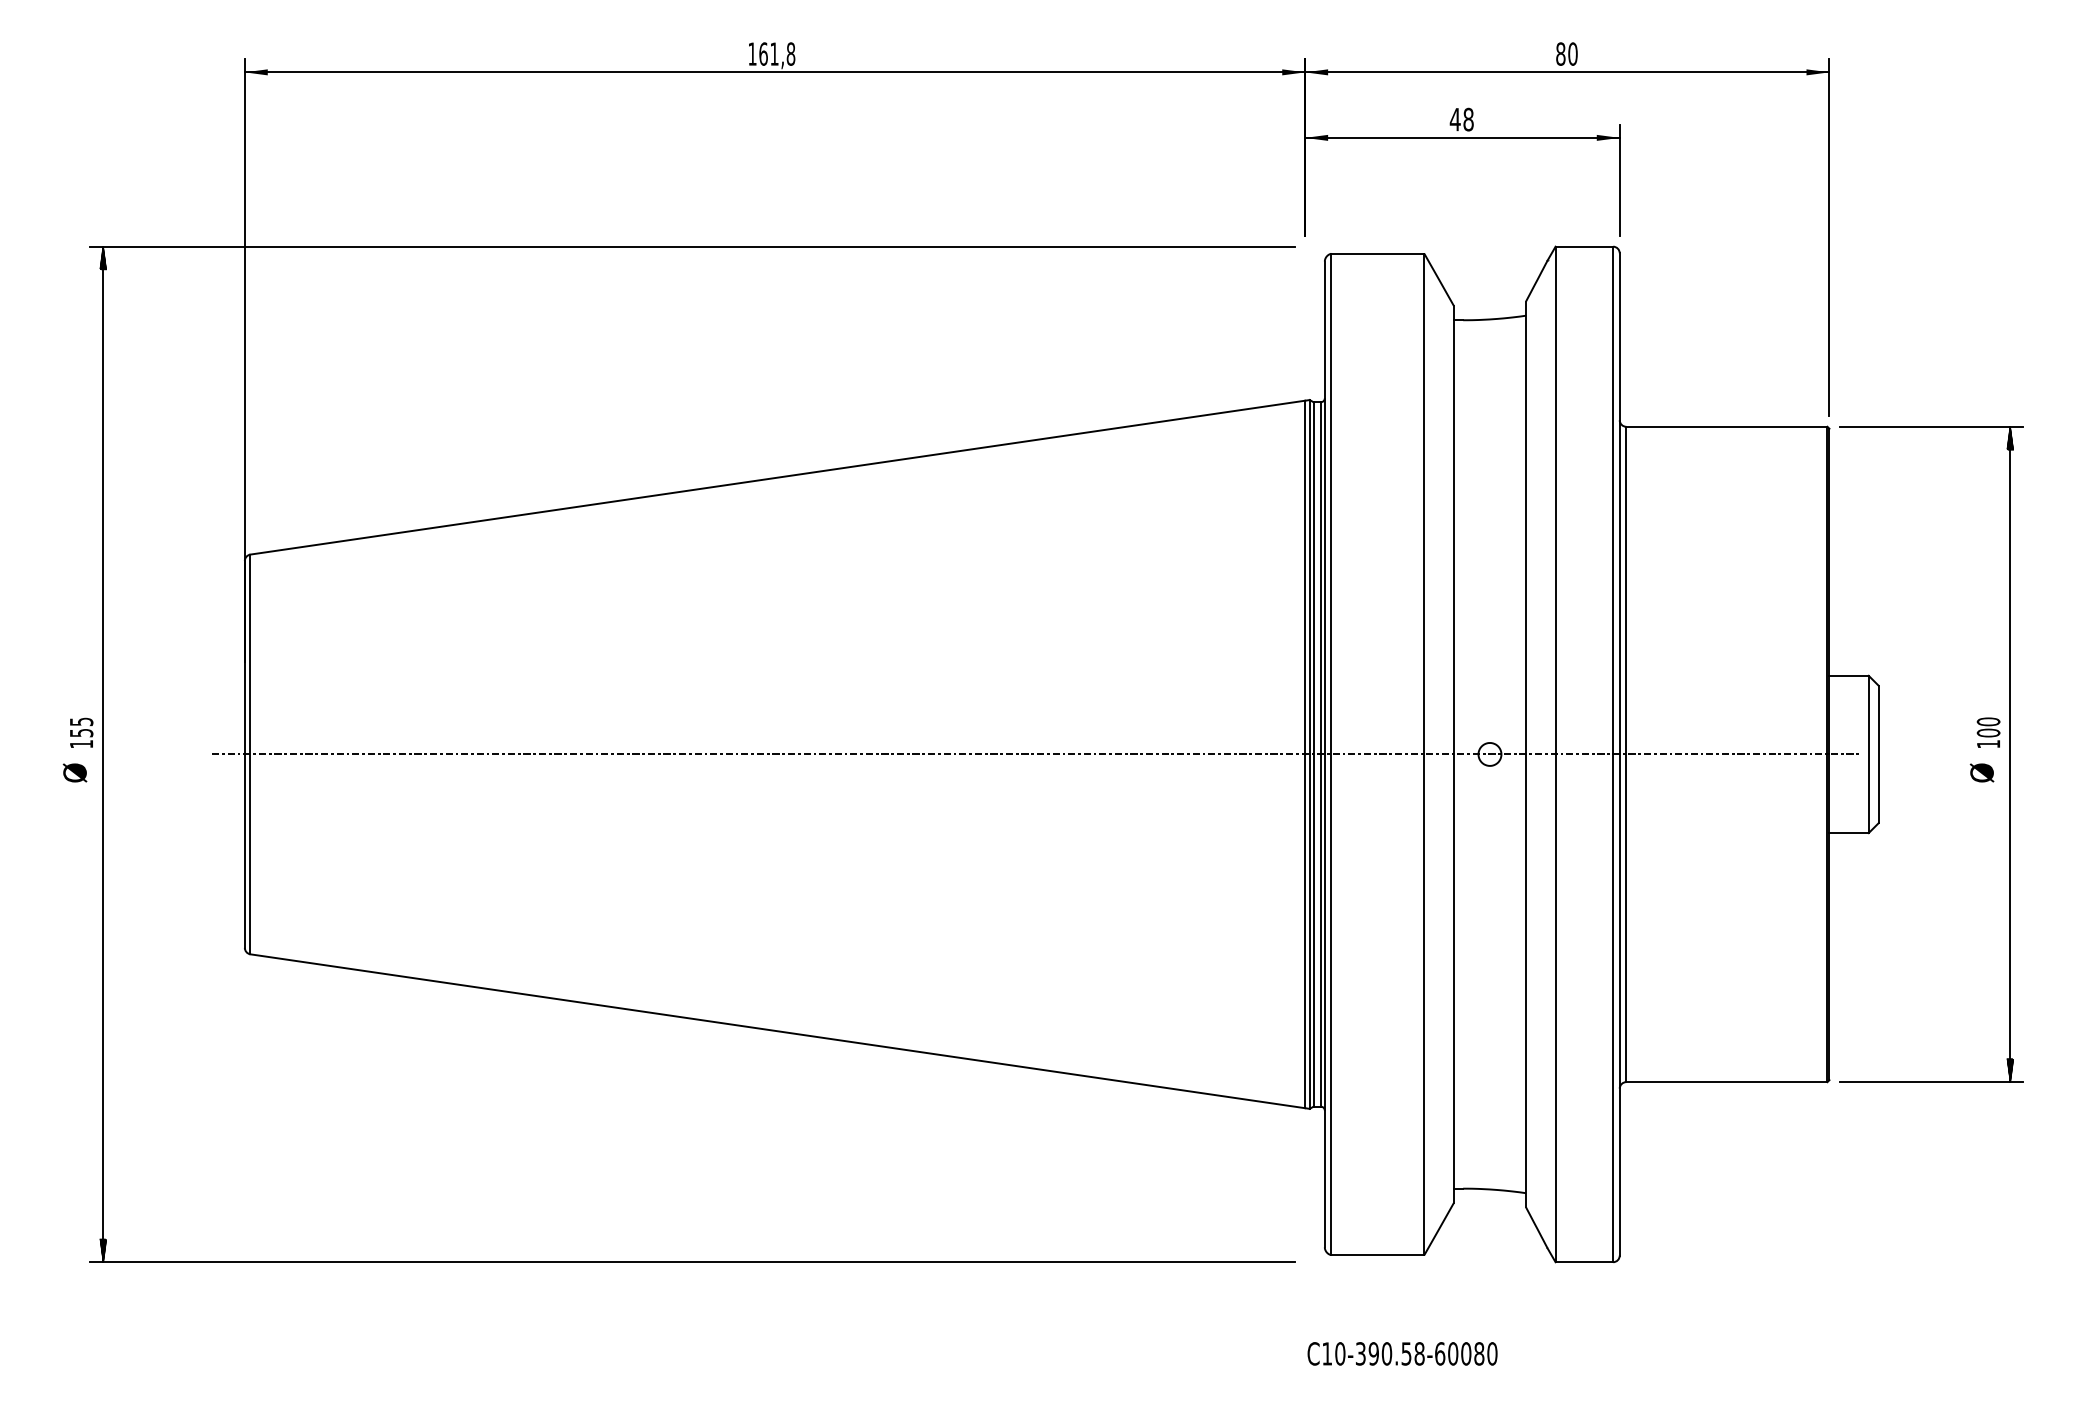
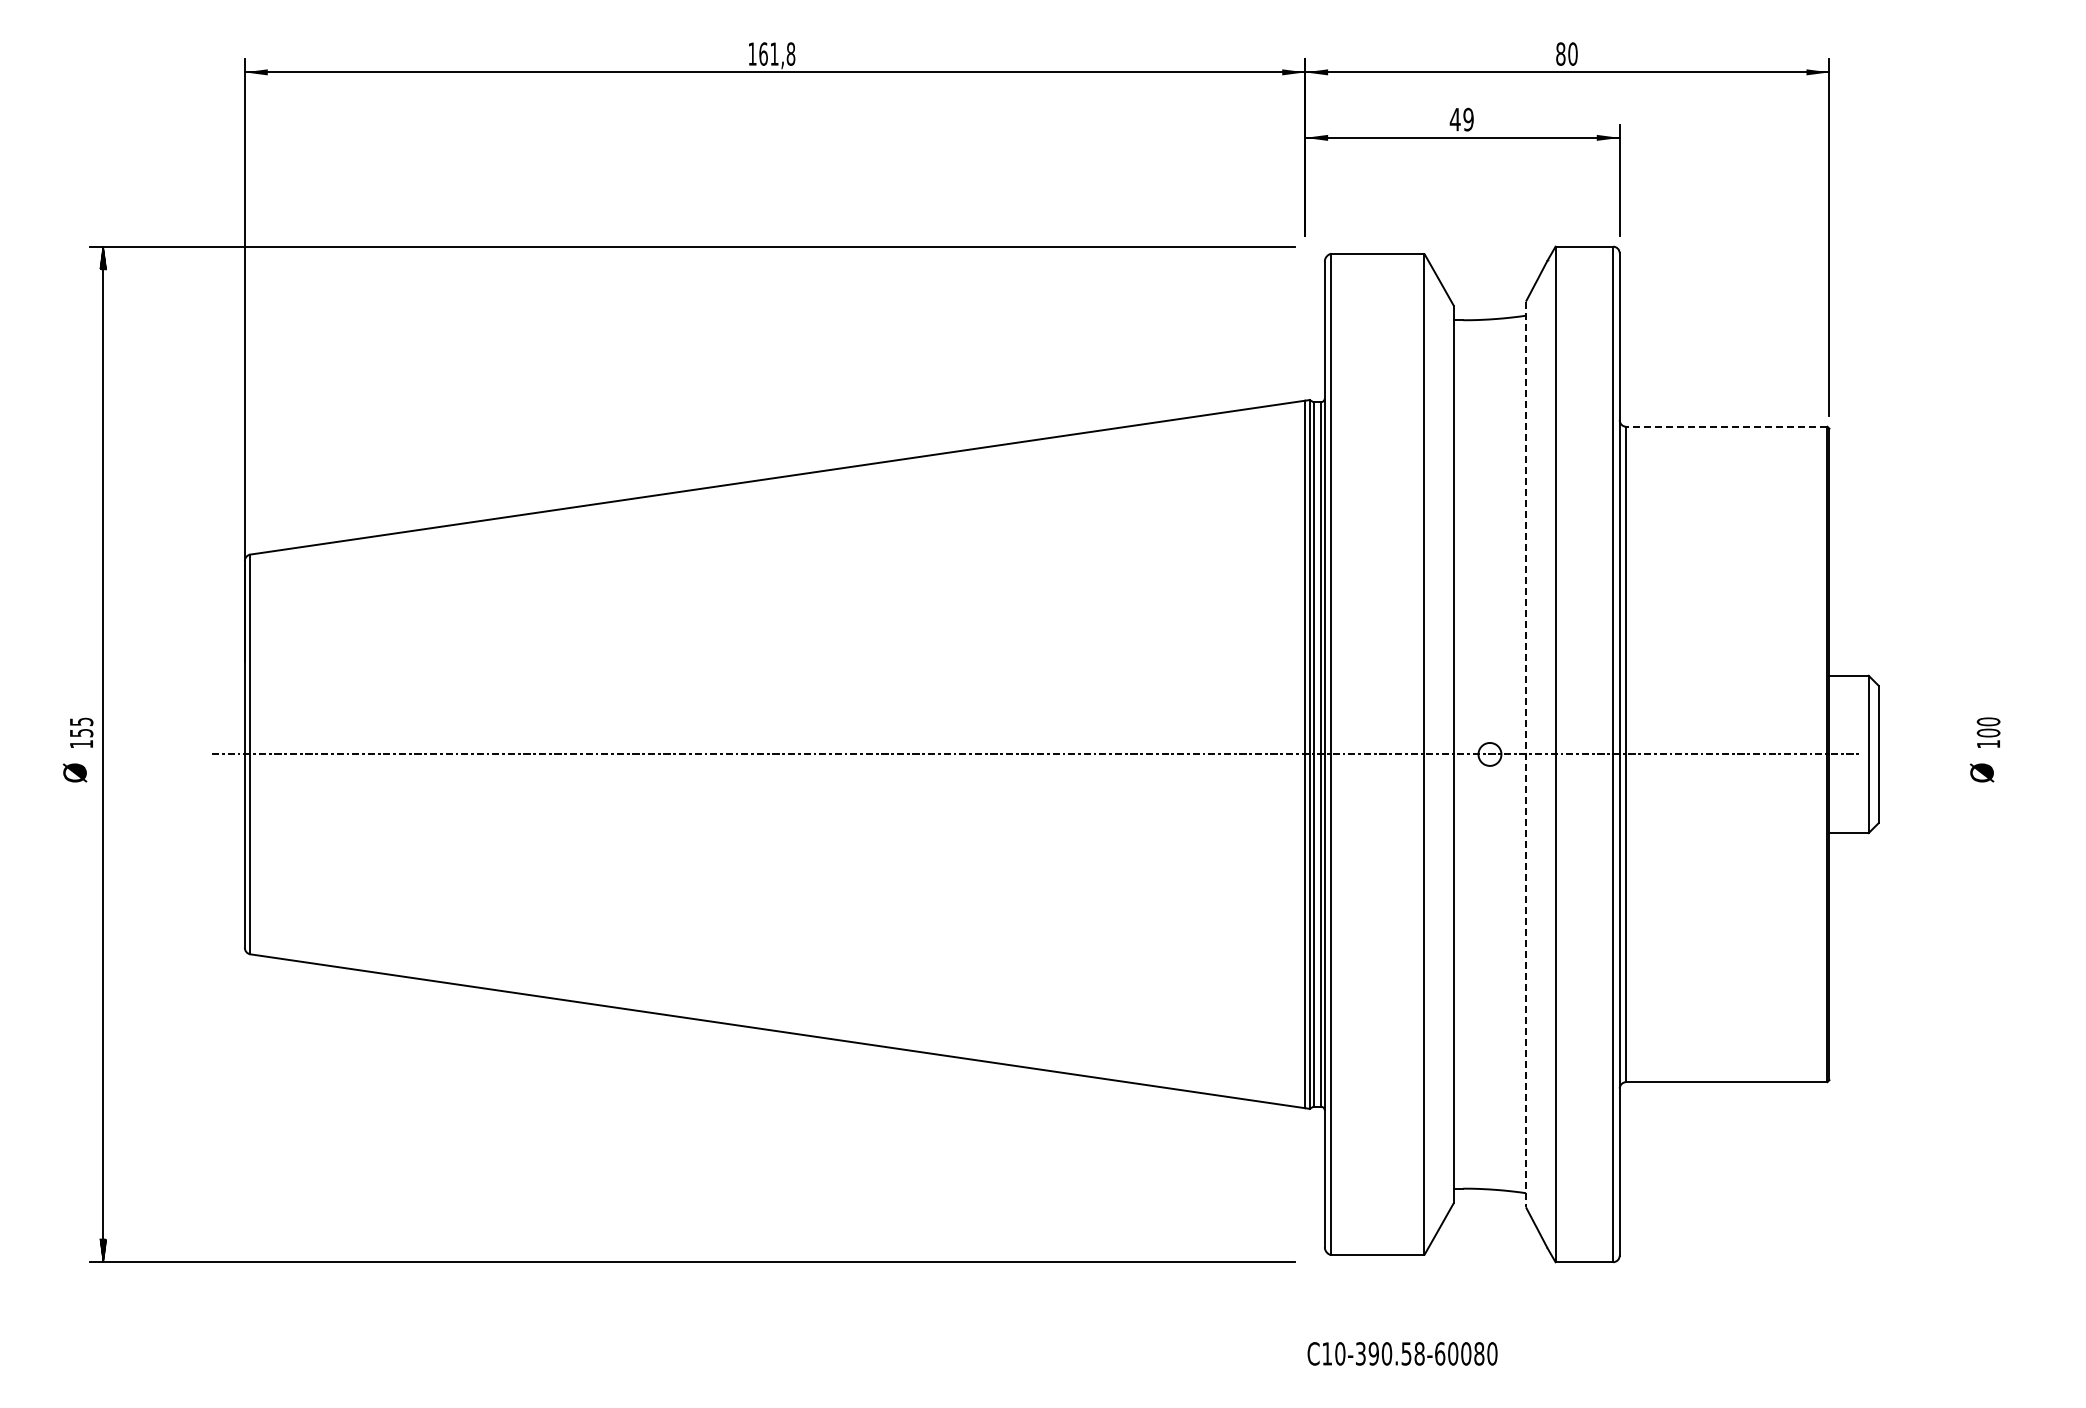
text at (1468, 119): 48 -> 49
line at (1726, 426): solid -> dashed
line at (1526, 754): solid -> dashed
part at (2009, 754): present -> none
